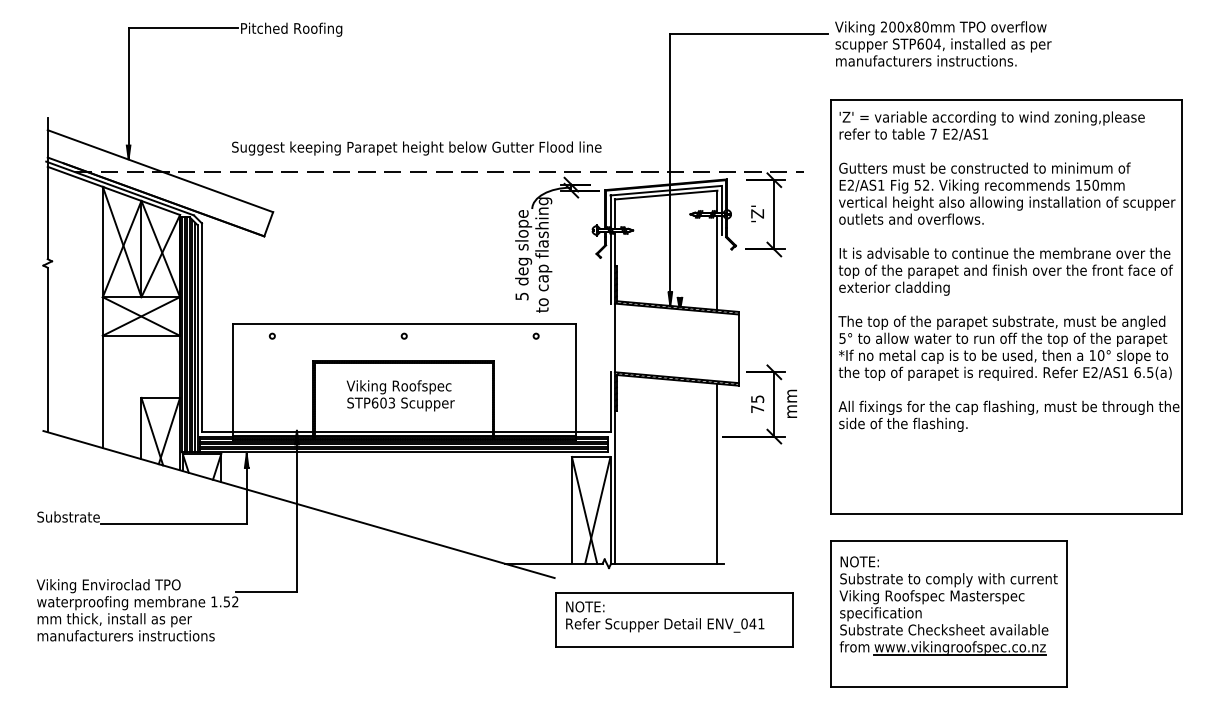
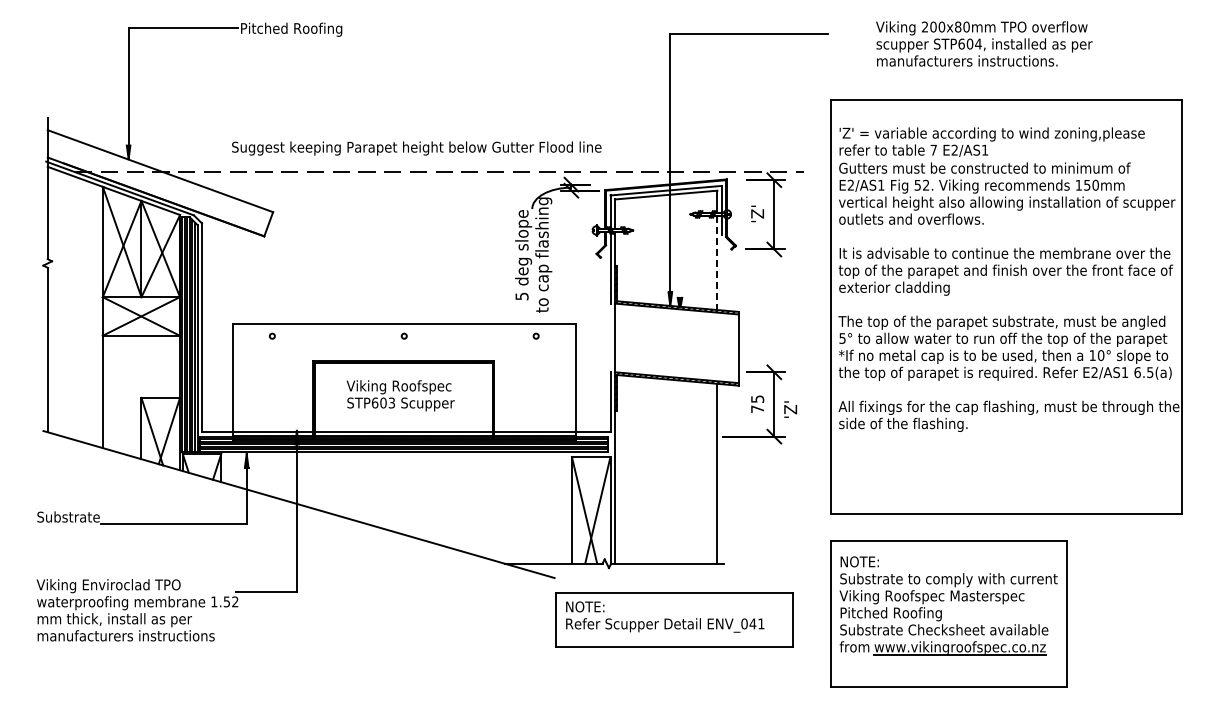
text at (943, 43) position: (943, 43) -> (984, 43)
text at (991, 125) position: (991, 125) -> (991, 141)
line at (717, 263): solid -> dashed
text at (790, 403): mm -> 'Z'
text at (890, 614): specification -> Pitched Roofing
